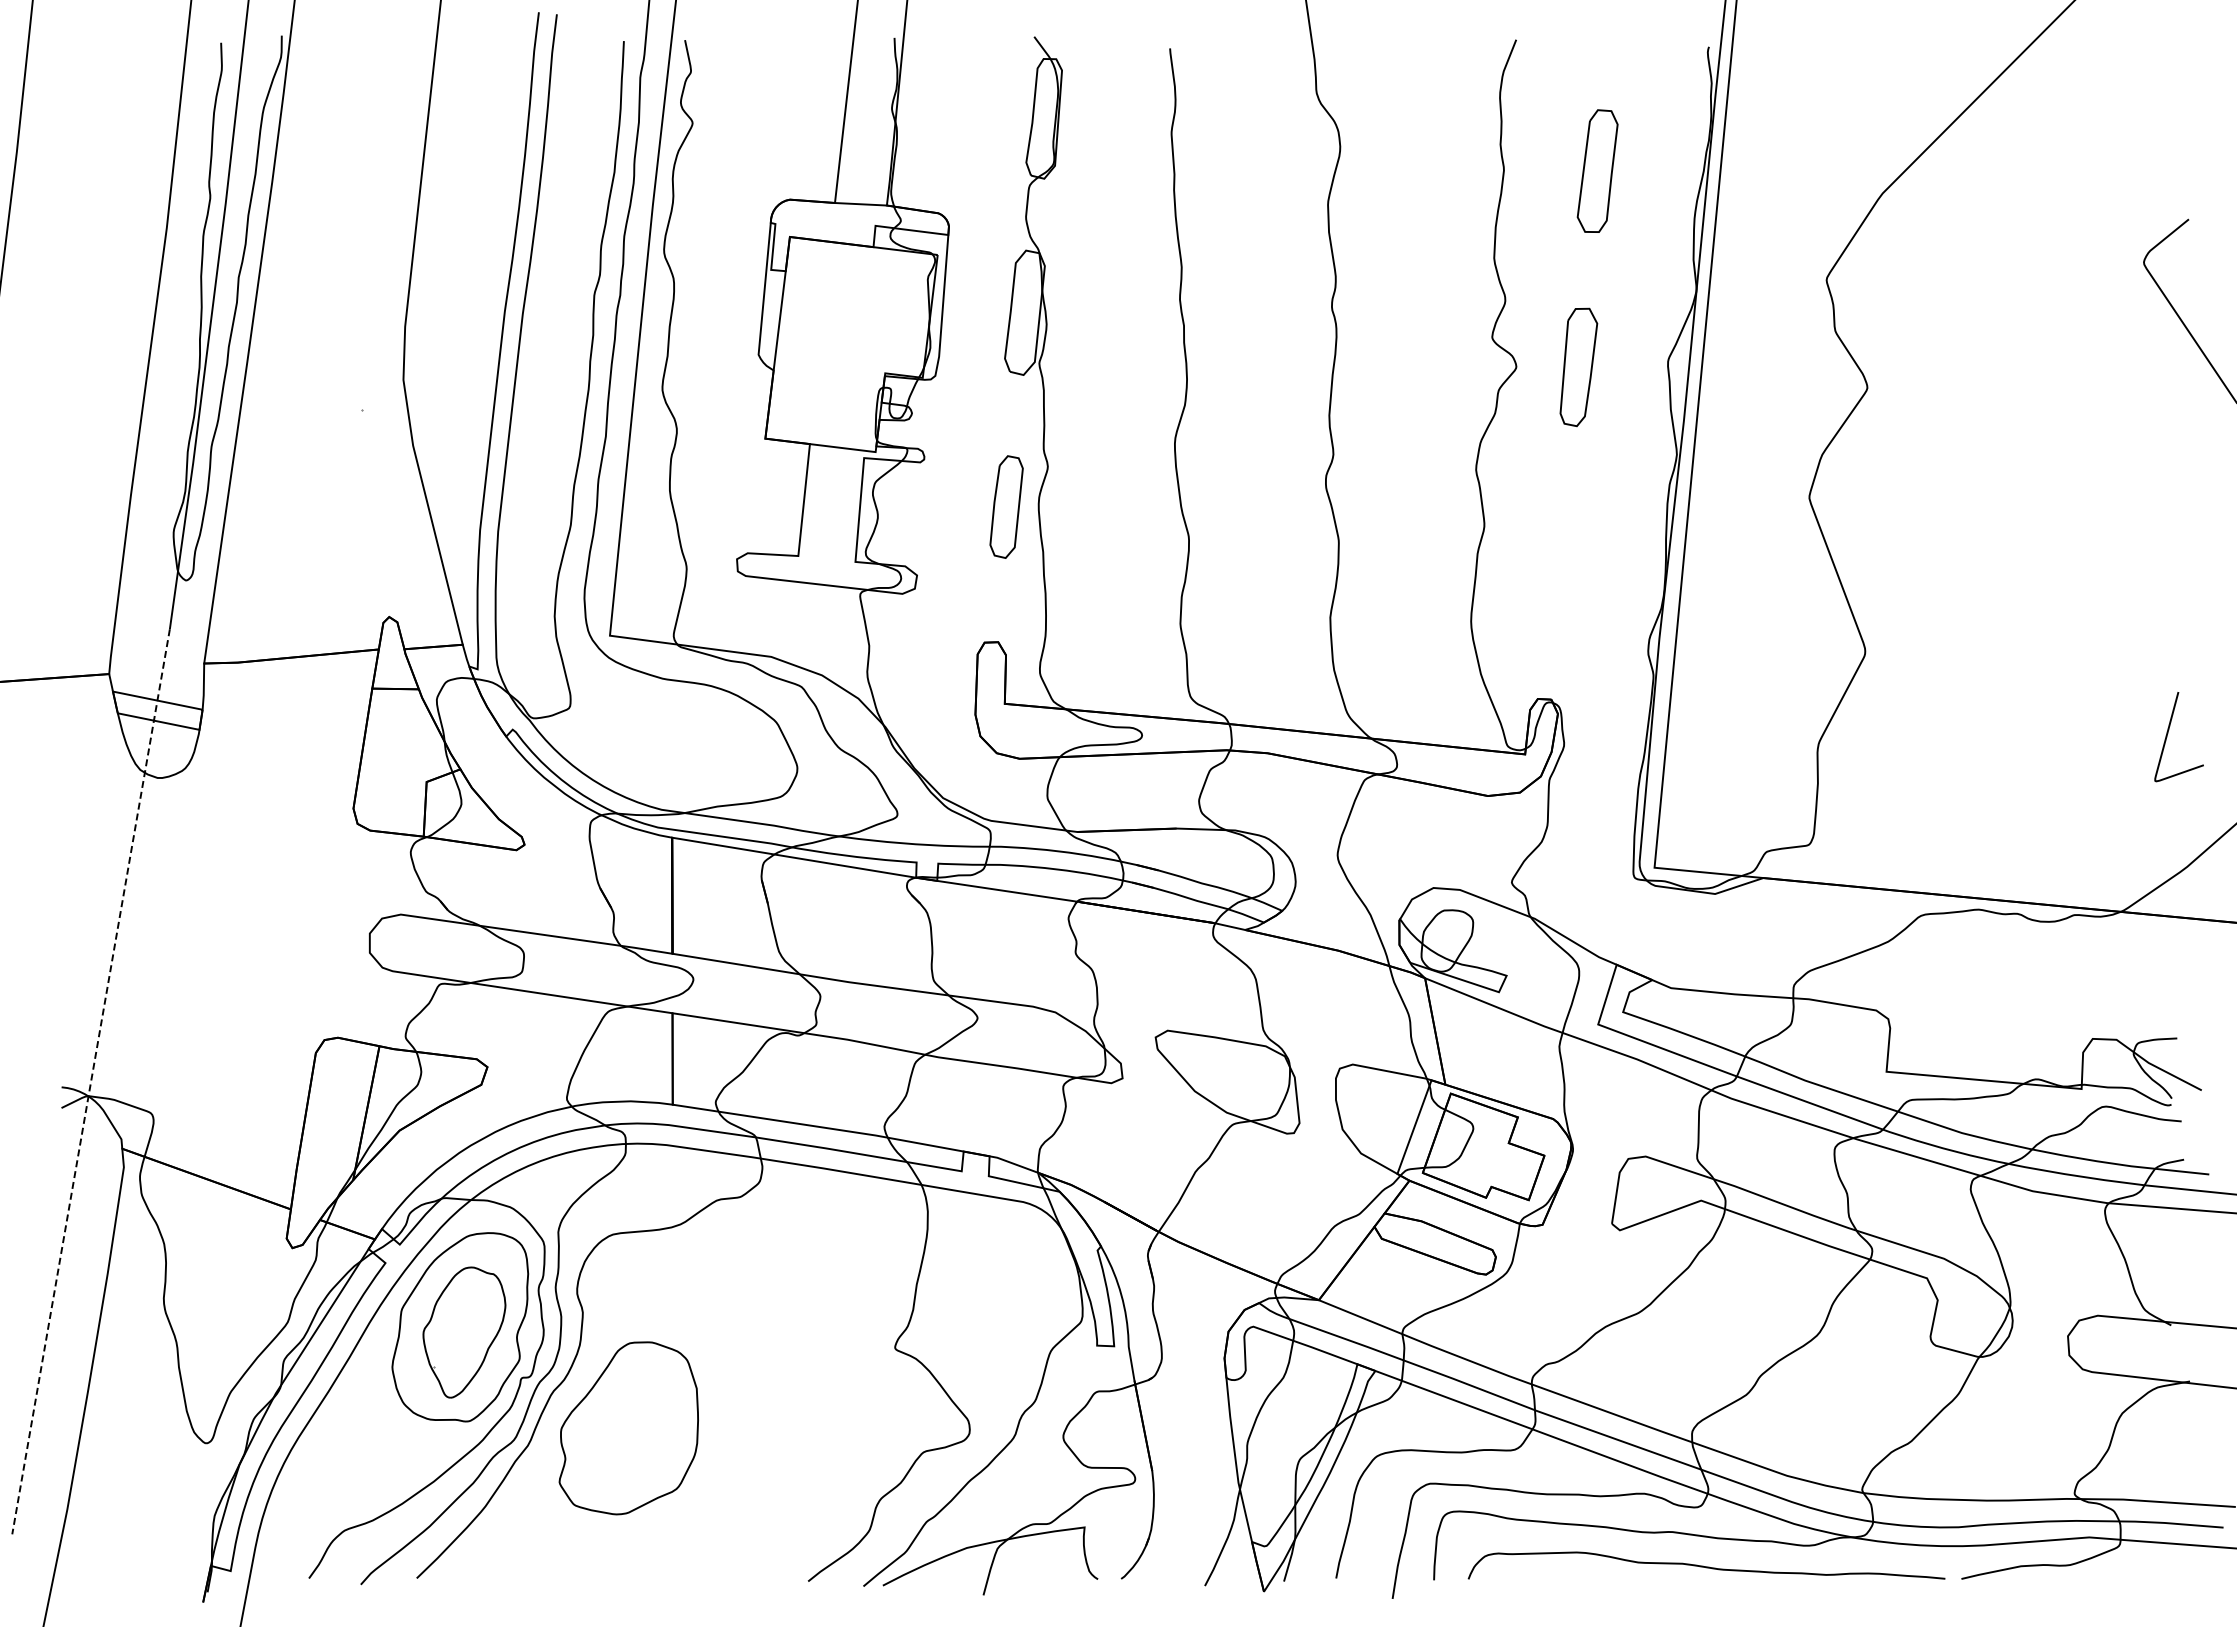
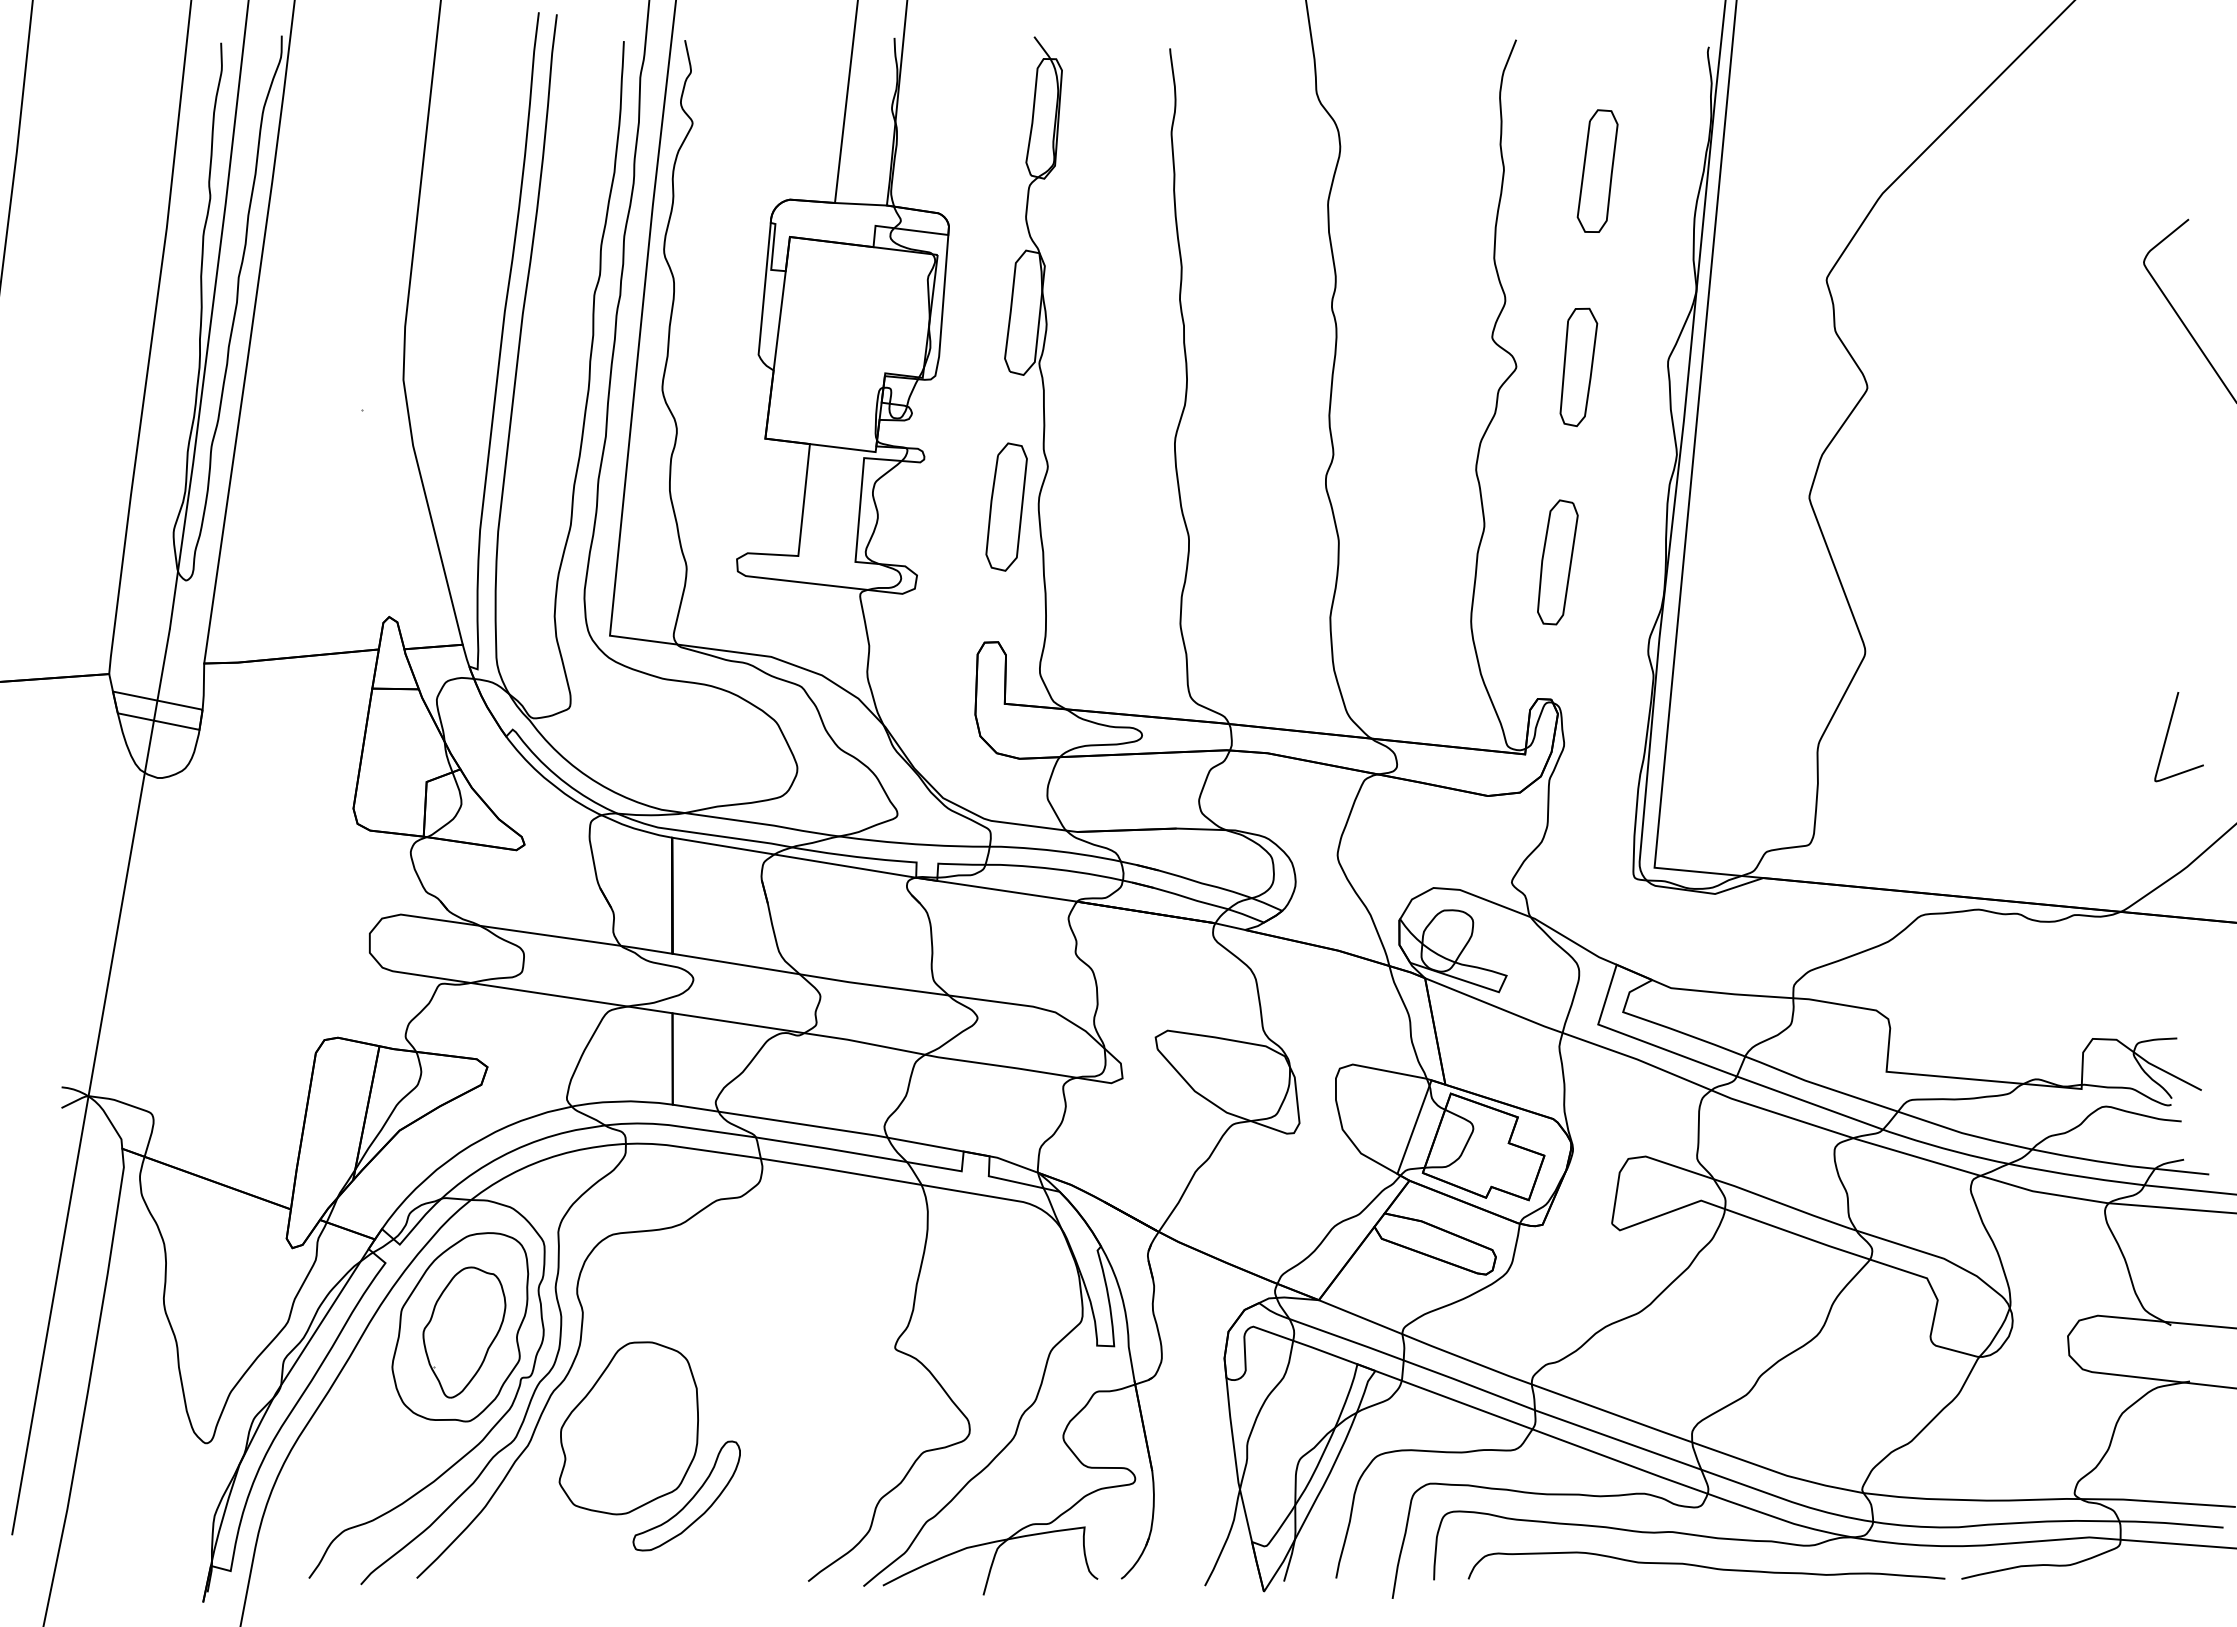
part at (1006, 506) size: 35x104 px -> 43x130 px
part at (1557, 562): none -> present
line at (90, 1082): dashed -> solid
part at (686, 1495): none -> present
